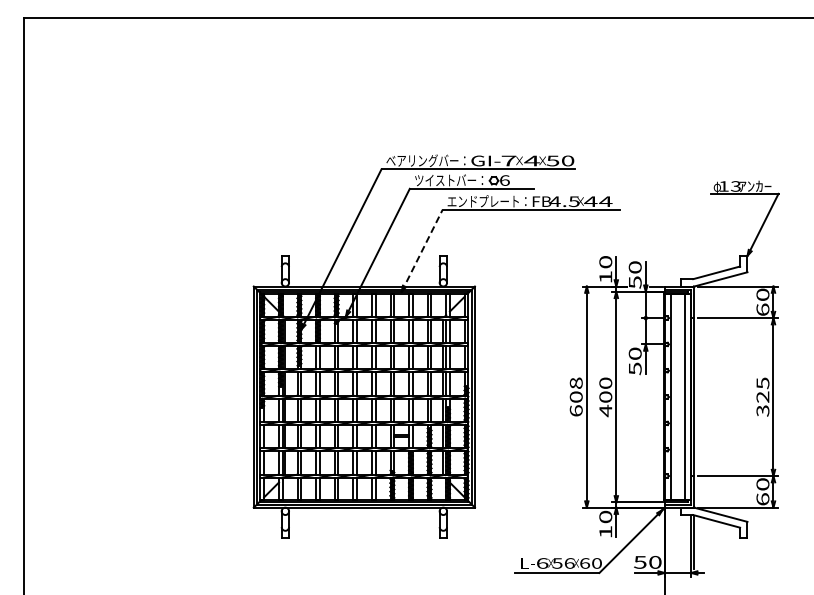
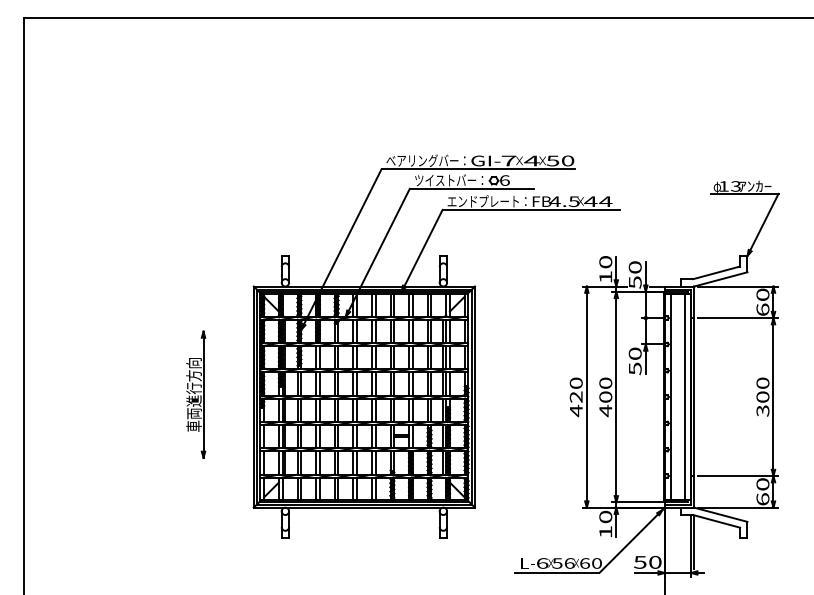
line at (422, 250): dashed -> solid
text at (762, 389): 325 -> 300
part at (196, 394): none -> present
text at (575, 397): 608 -> 420
